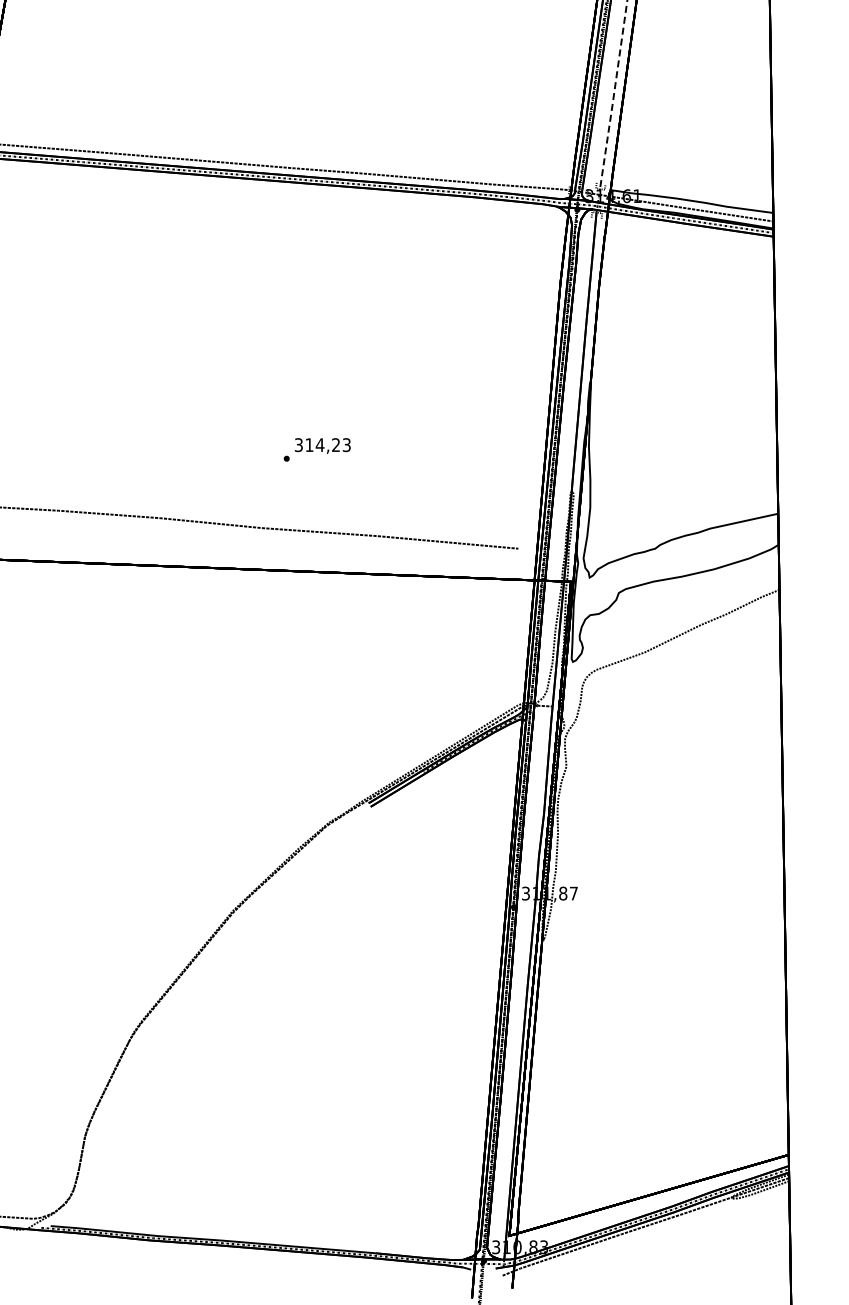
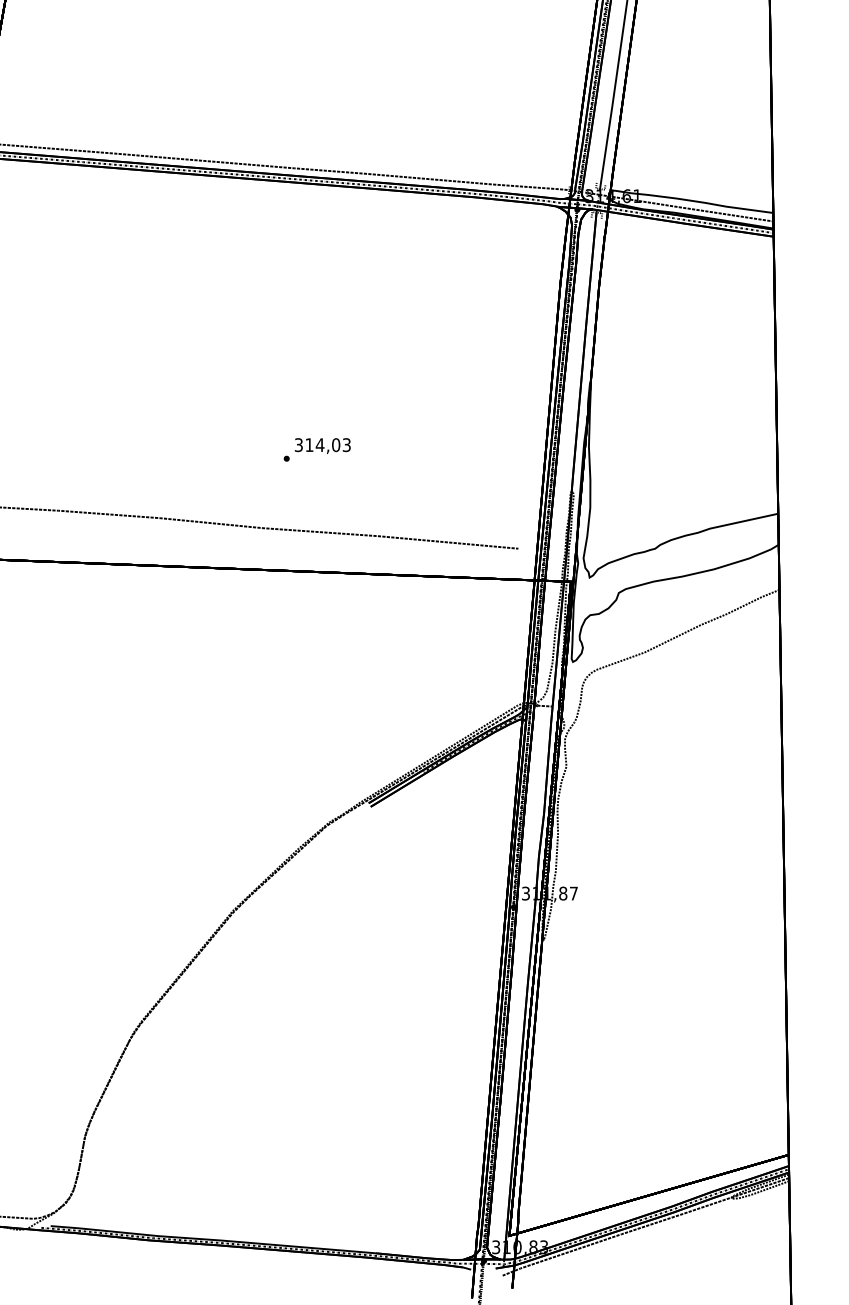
line at (613, 96): dashed -> solid
text at (336, 445): 314,23 -> 314,03
